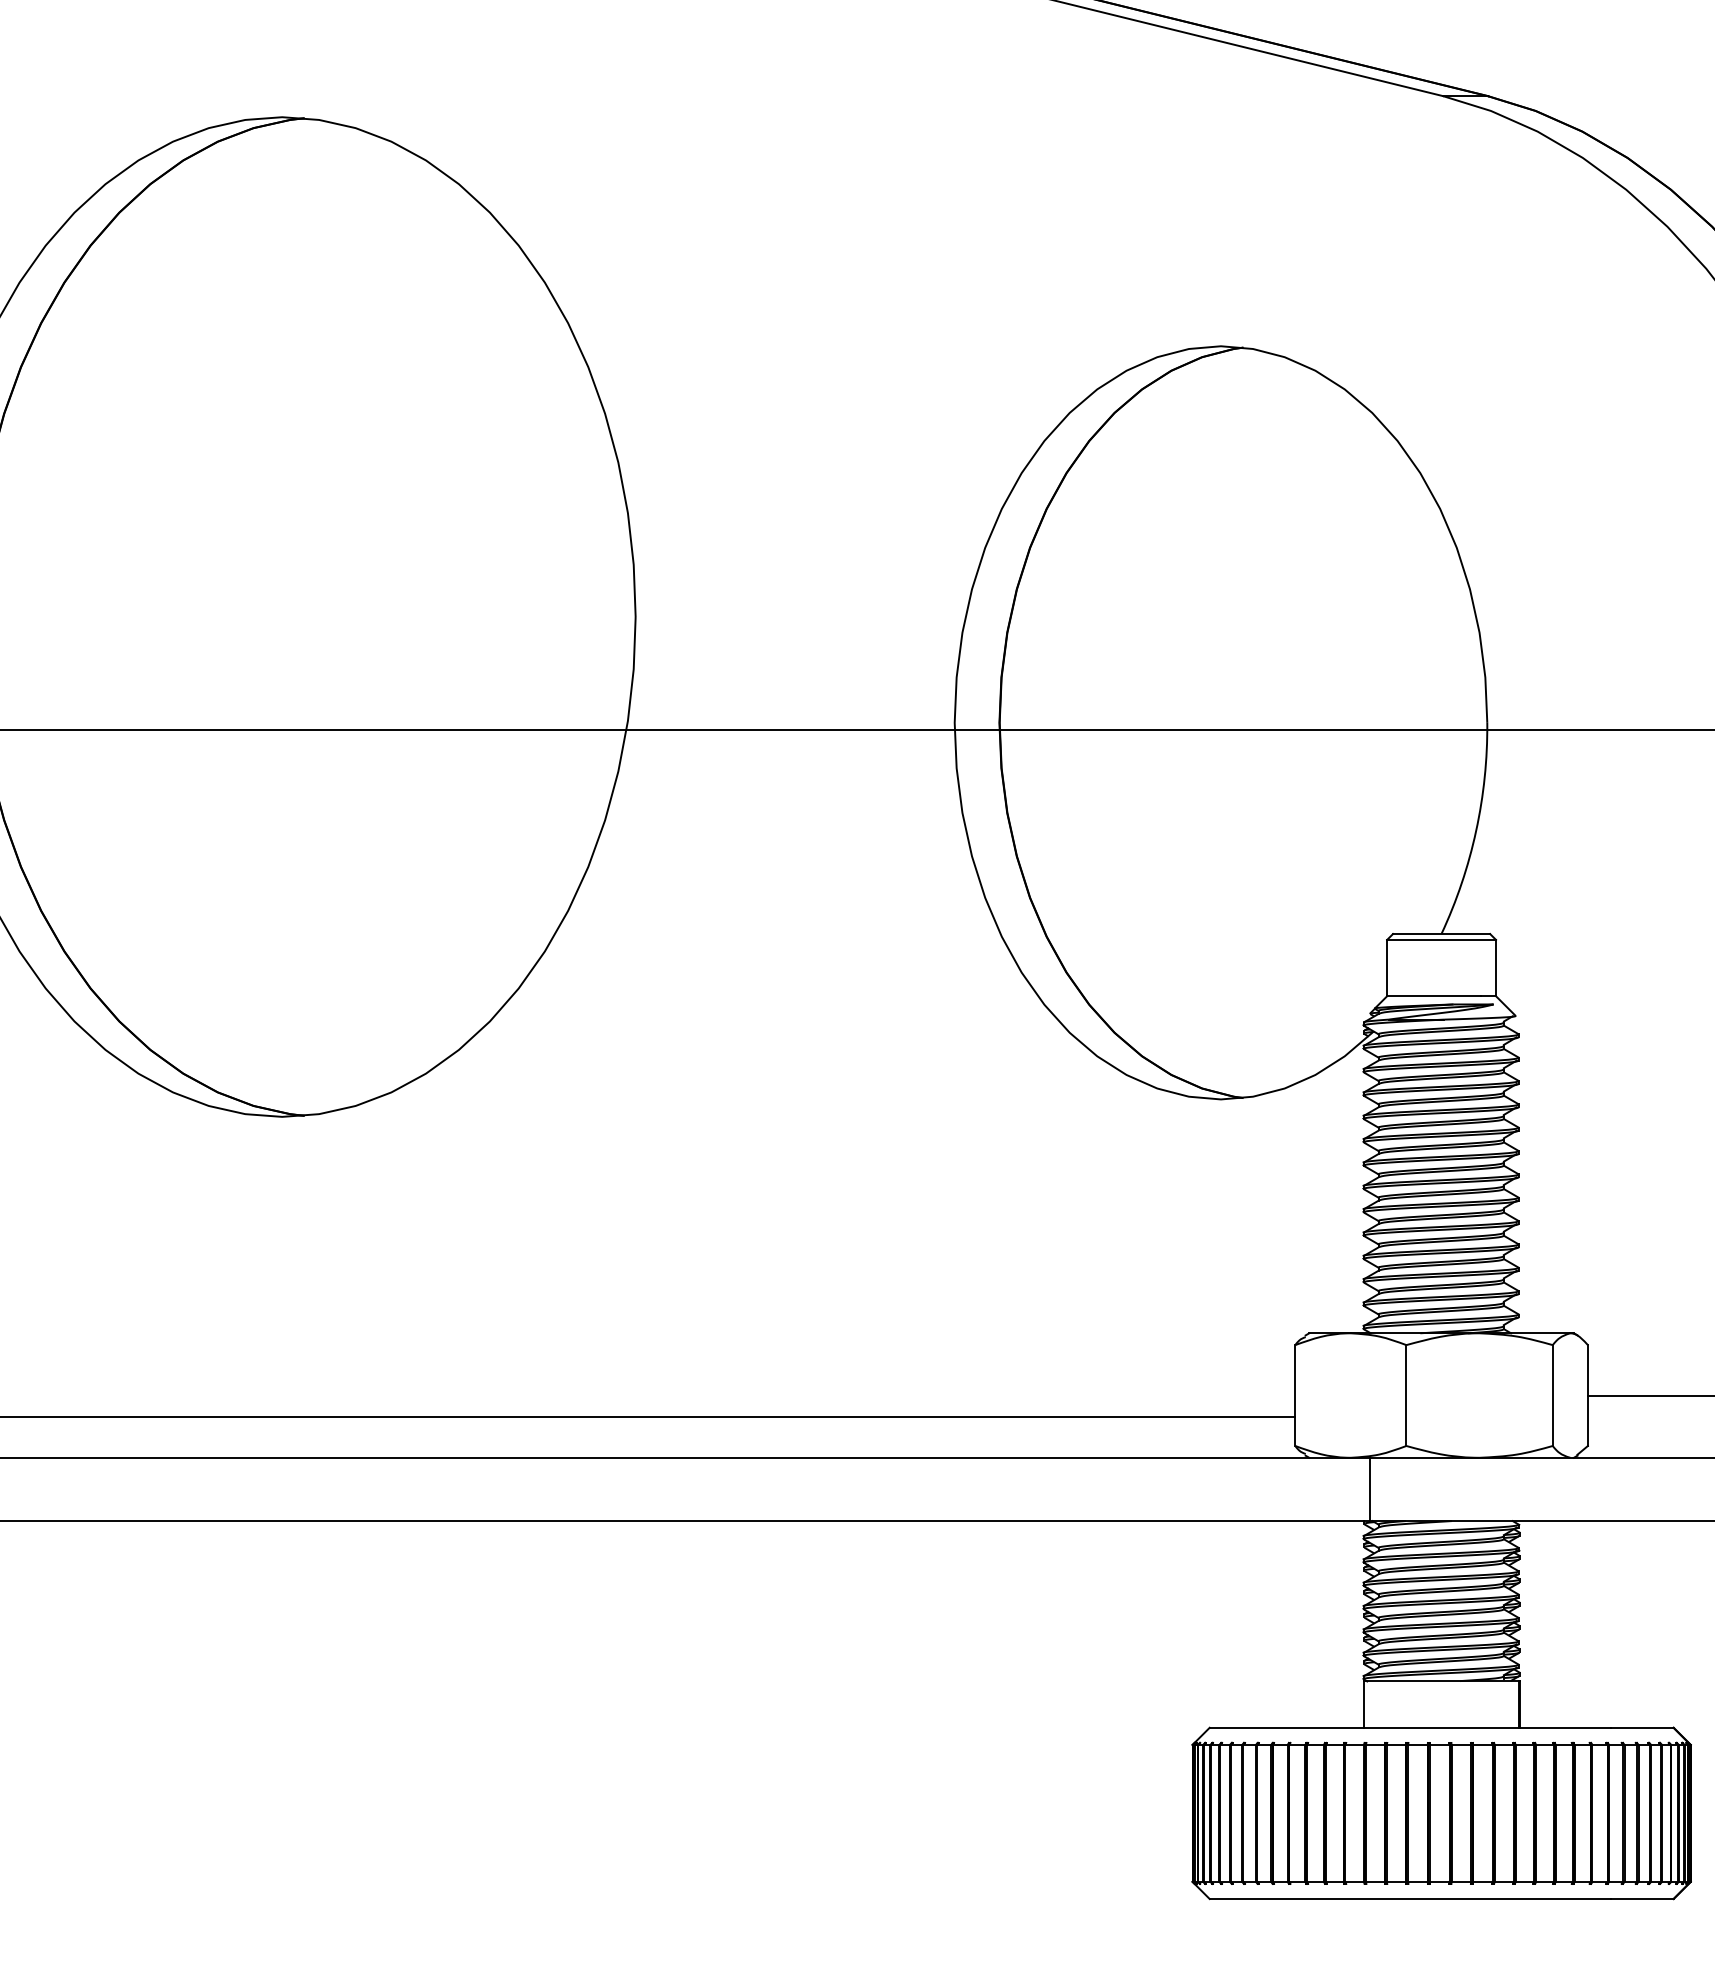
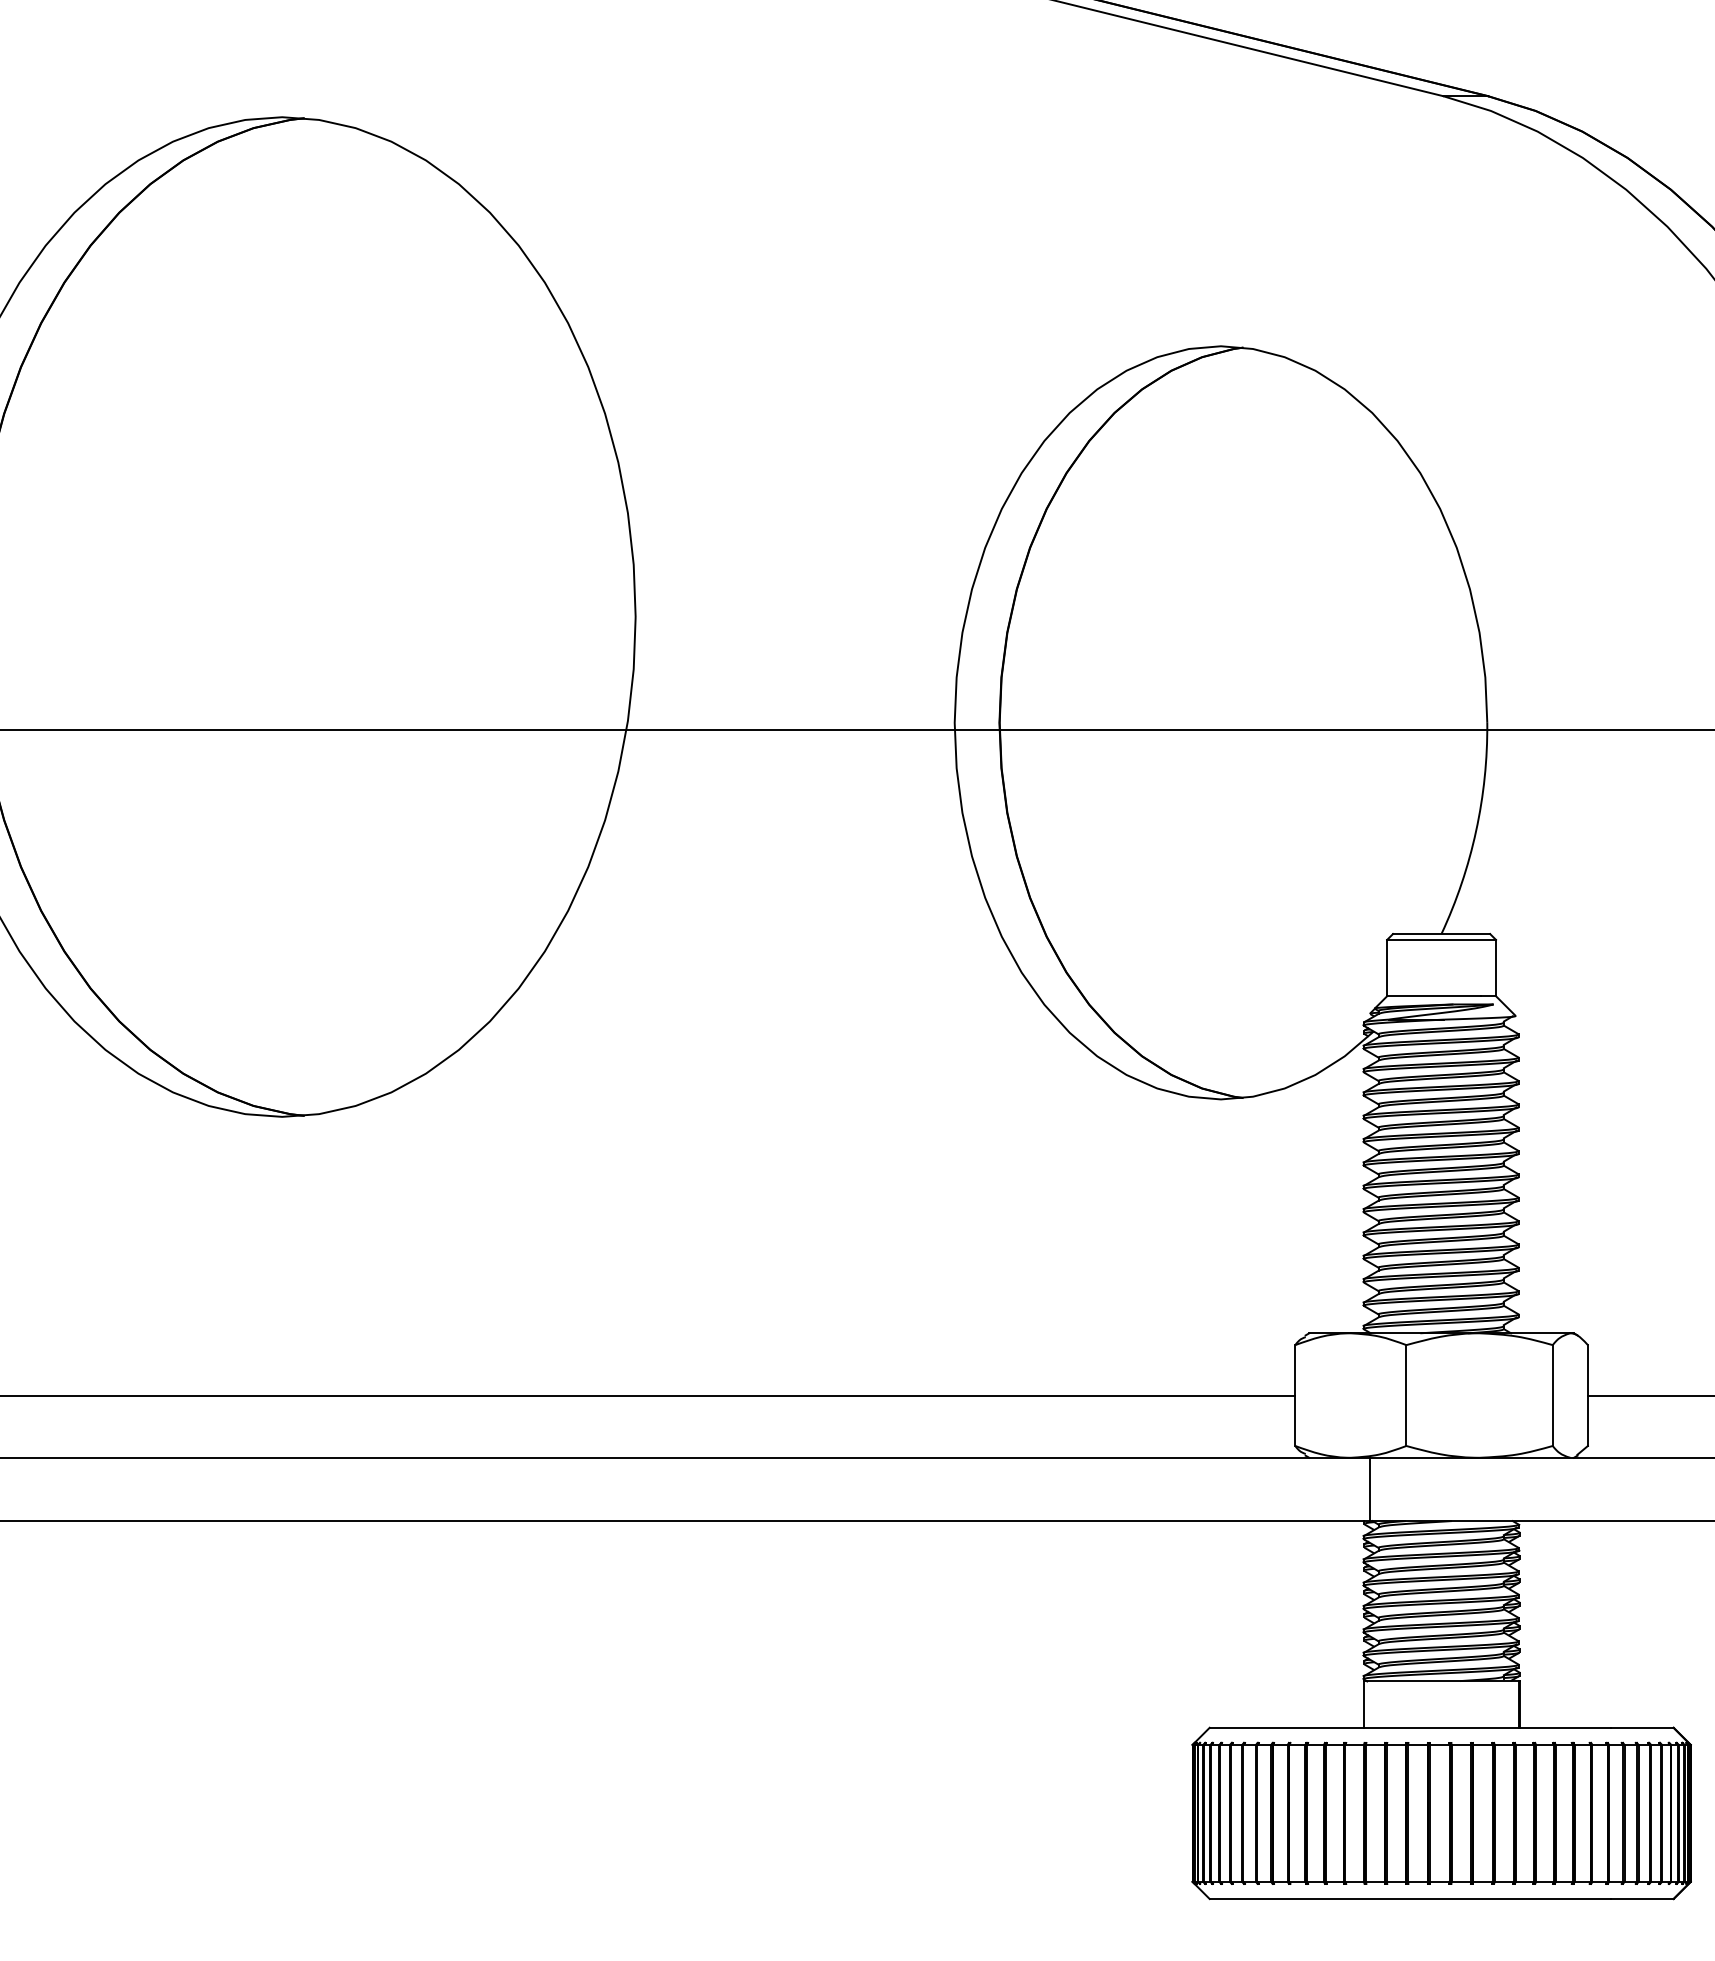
line at (648, 1417) position: (648, 1417) -> (648, 1396)
